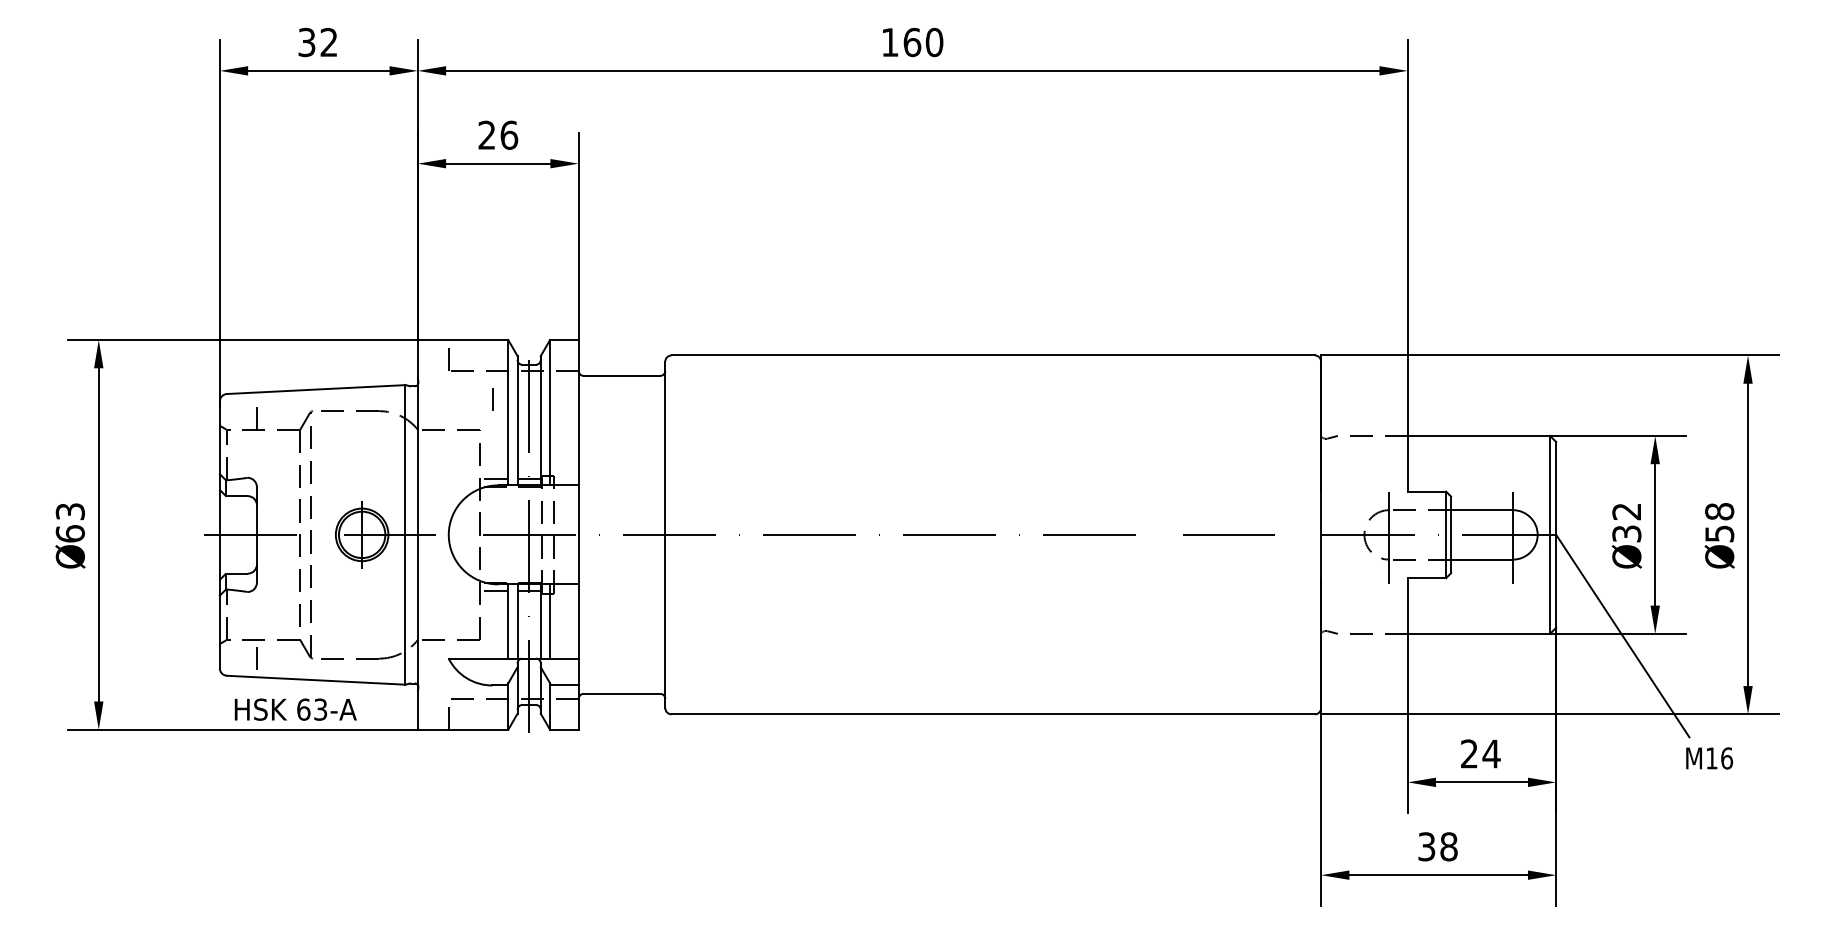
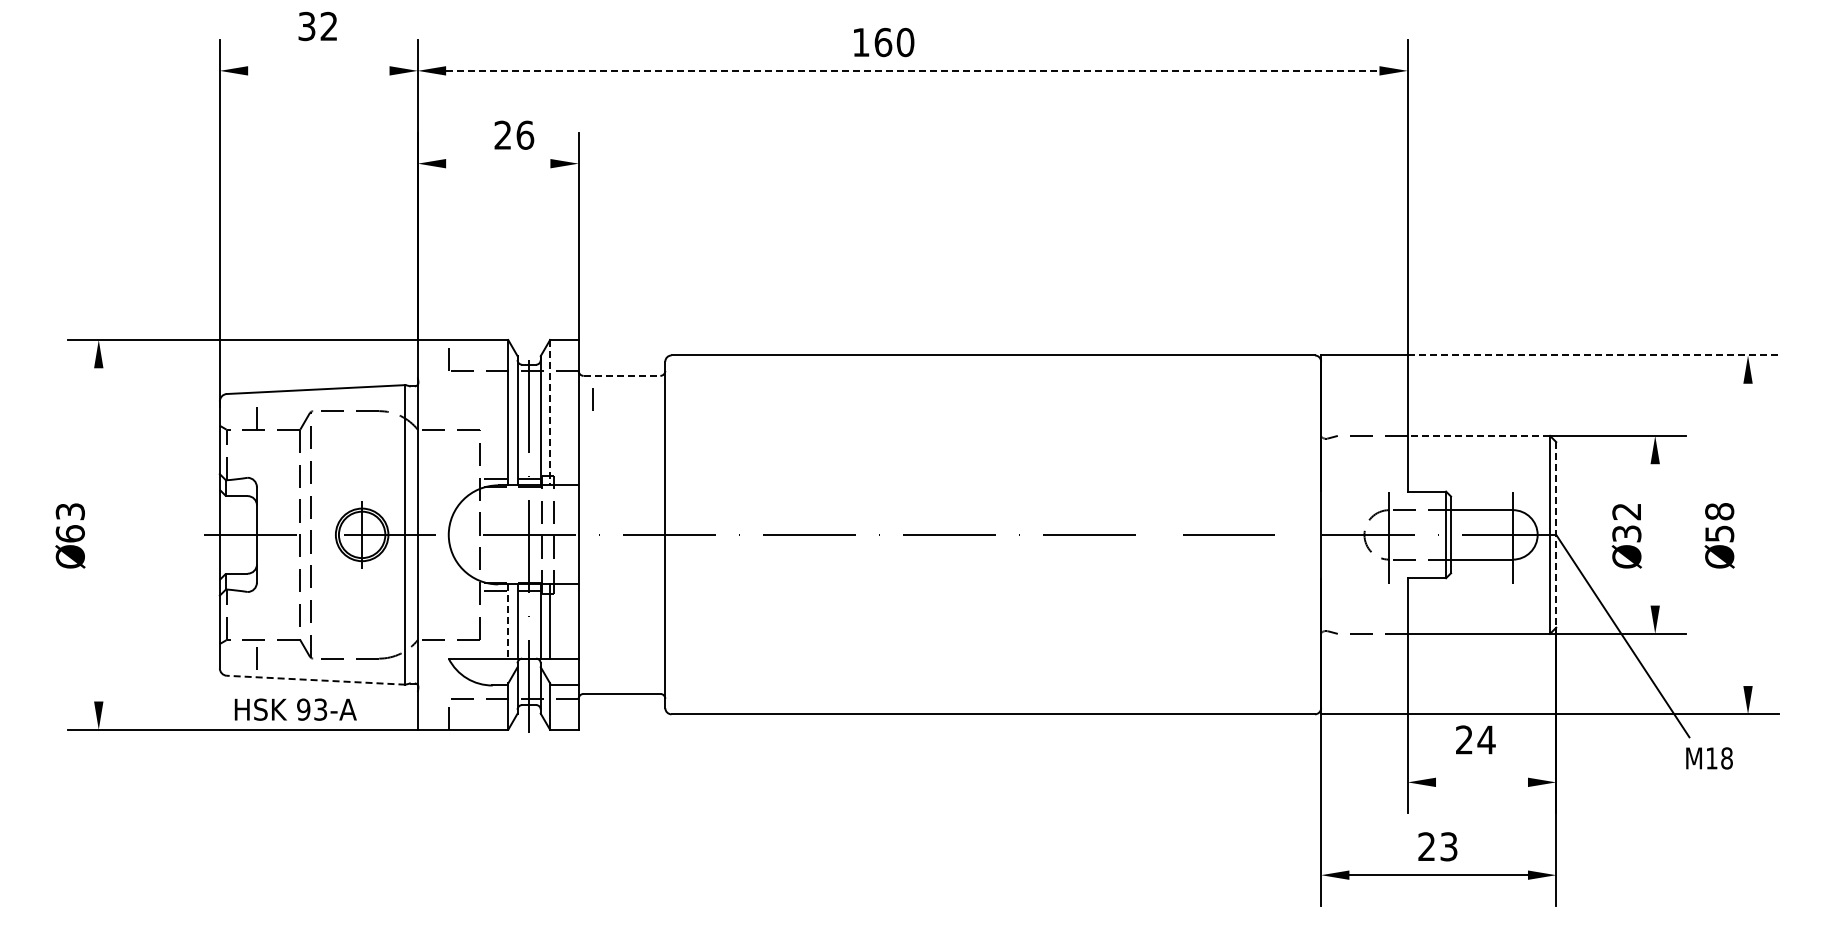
text at (317, 42) position: (317, 42) -> (317, 26)
text at (913, 42) position: (913, 42) -> (884, 42)
line at (318, 70): present -> none
line at (912, 70): solid -> dashed
text at (498, 134) position: (498, 134) -> (514, 134)
line at (498, 163): present -> none
line at (1593, 355): solid -> dashed
line at (622, 375): solid -> dashed
line at (492, 399) position: (492, 399) -> (592, 399)
line at (550, 412): solid -> dashed
line at (1478, 435): solid -> dashed
line at (98, 534): present -> none
line at (1556, 534): solid -> dashed
line at (1655, 534): present -> none
line at (1748, 534): present -> none
line at (508, 622): solid -> dashed
line at (315, 680): solid -> dashed
text at (303, 709): 63-A -> 93-A
text at (1480, 753) position: (1480, 753) -> (1475, 739)
text at (1727, 758): M16 -> M18
line at (1481, 782): present -> none
text at (1437, 846): 38 -> 23
